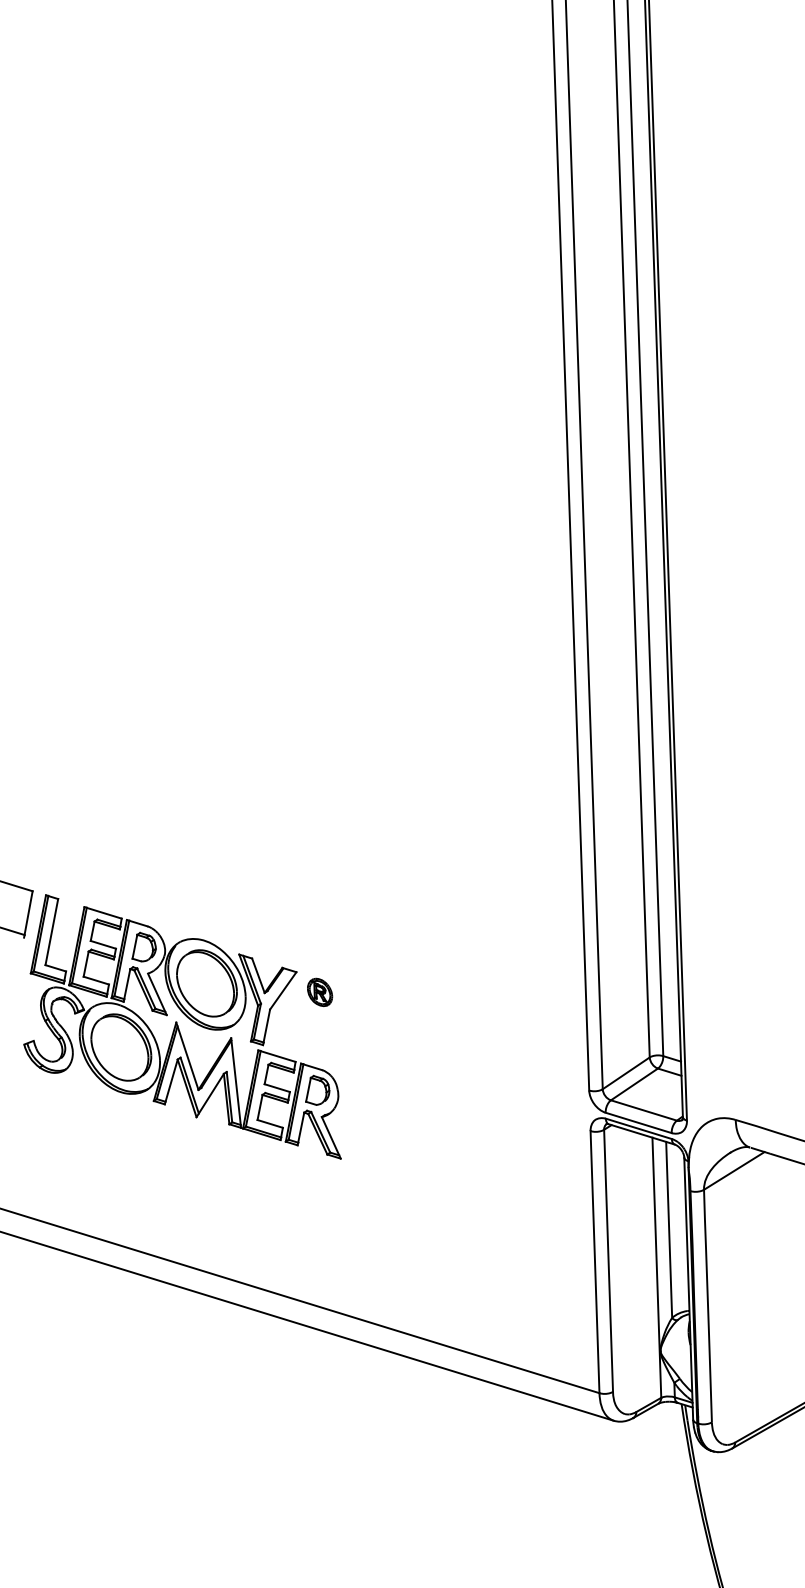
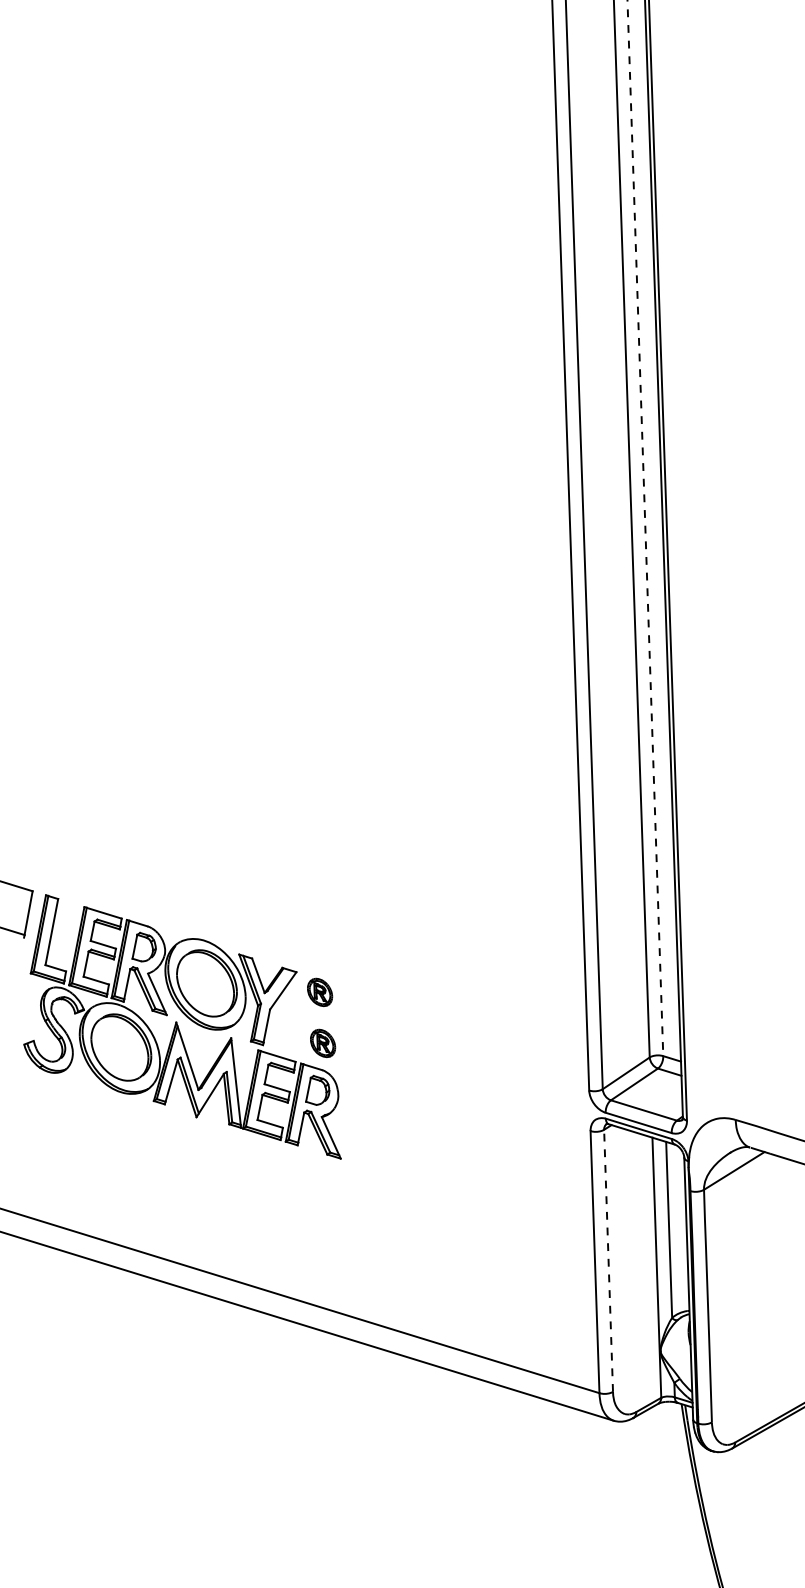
line at (645, 528): solid -> dashed
part at (323, 1043): none -> present
line at (608, 1260): solid -> dashed
